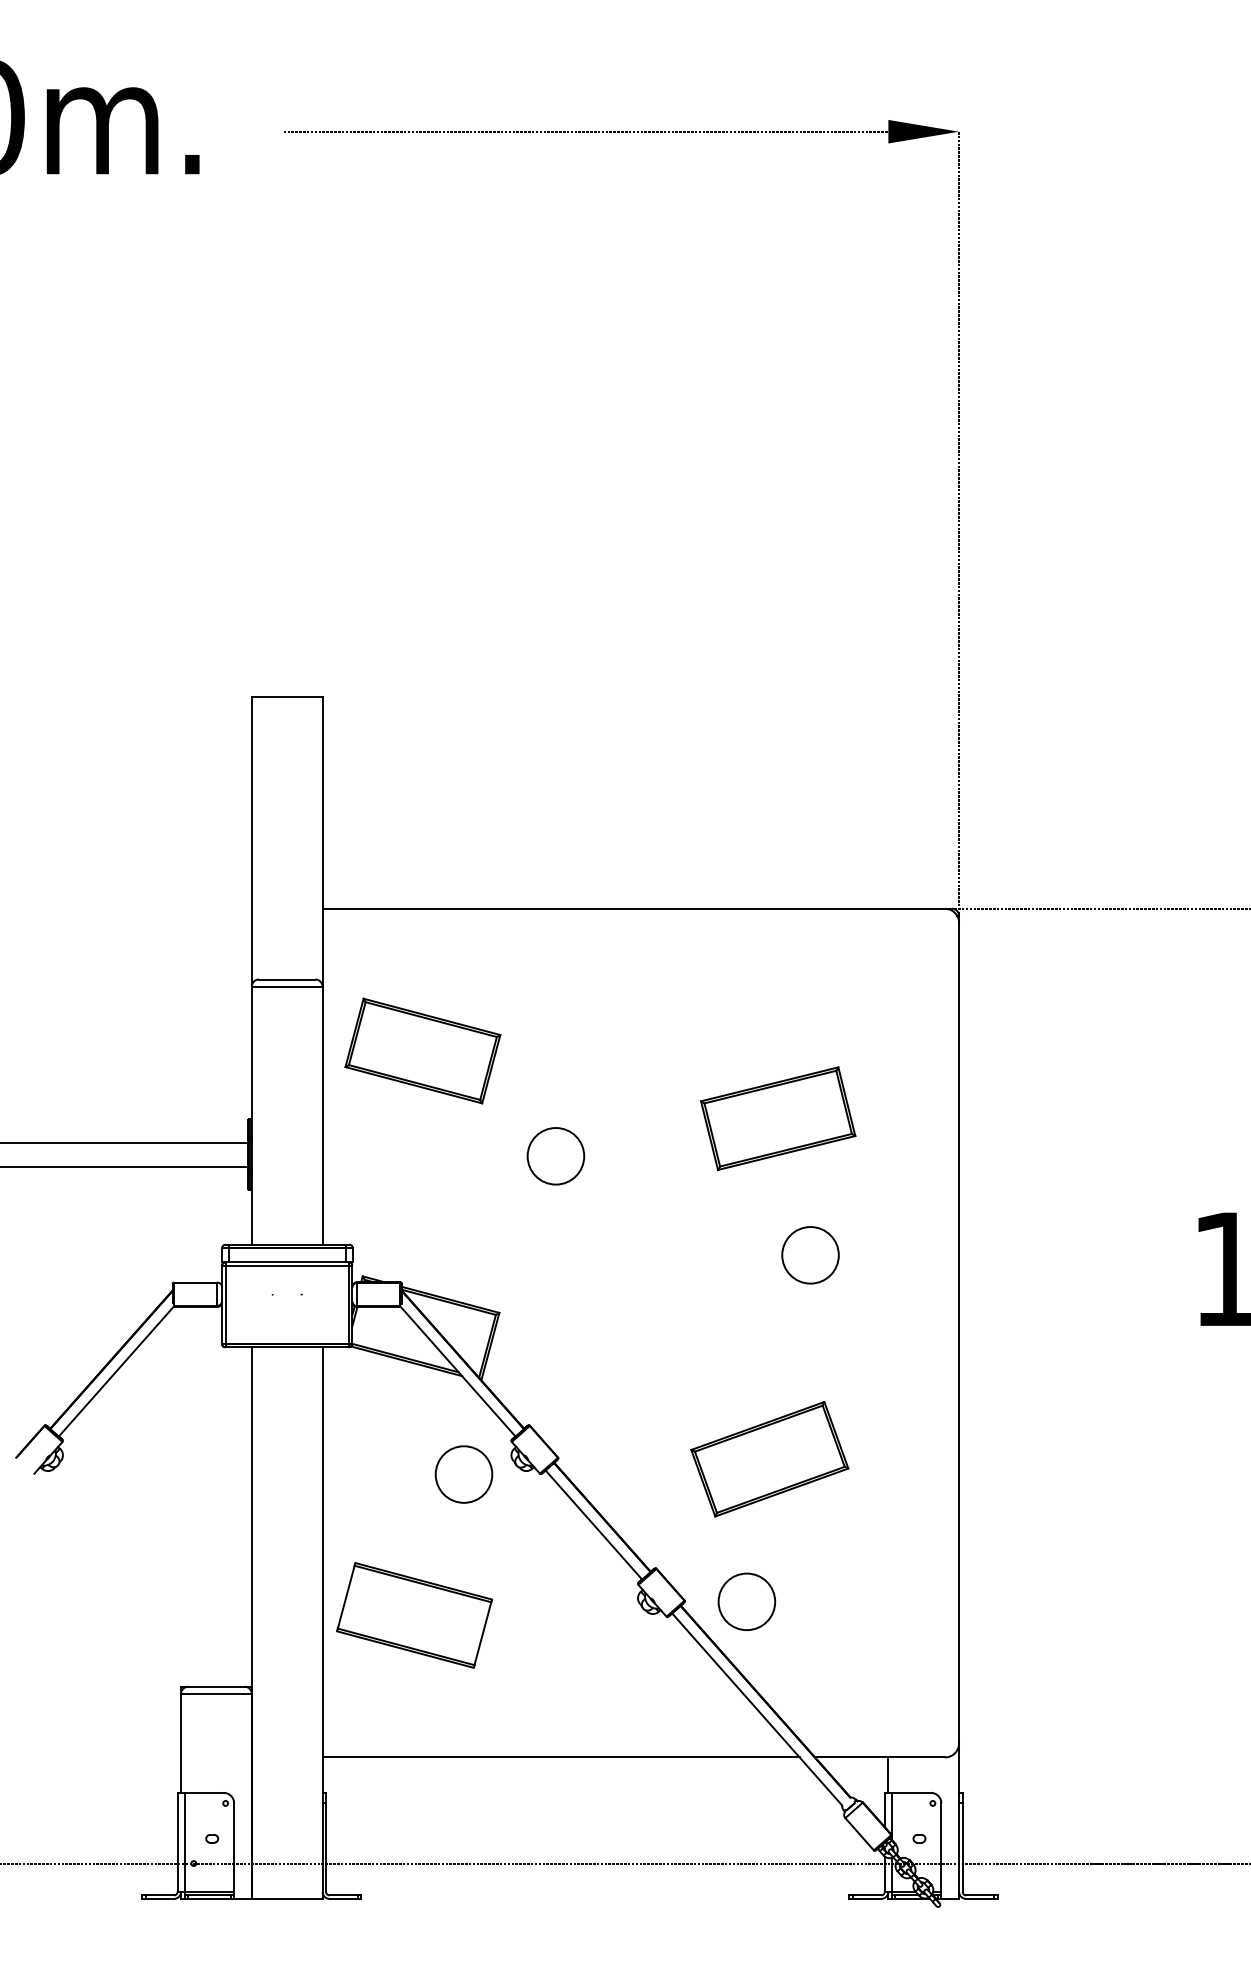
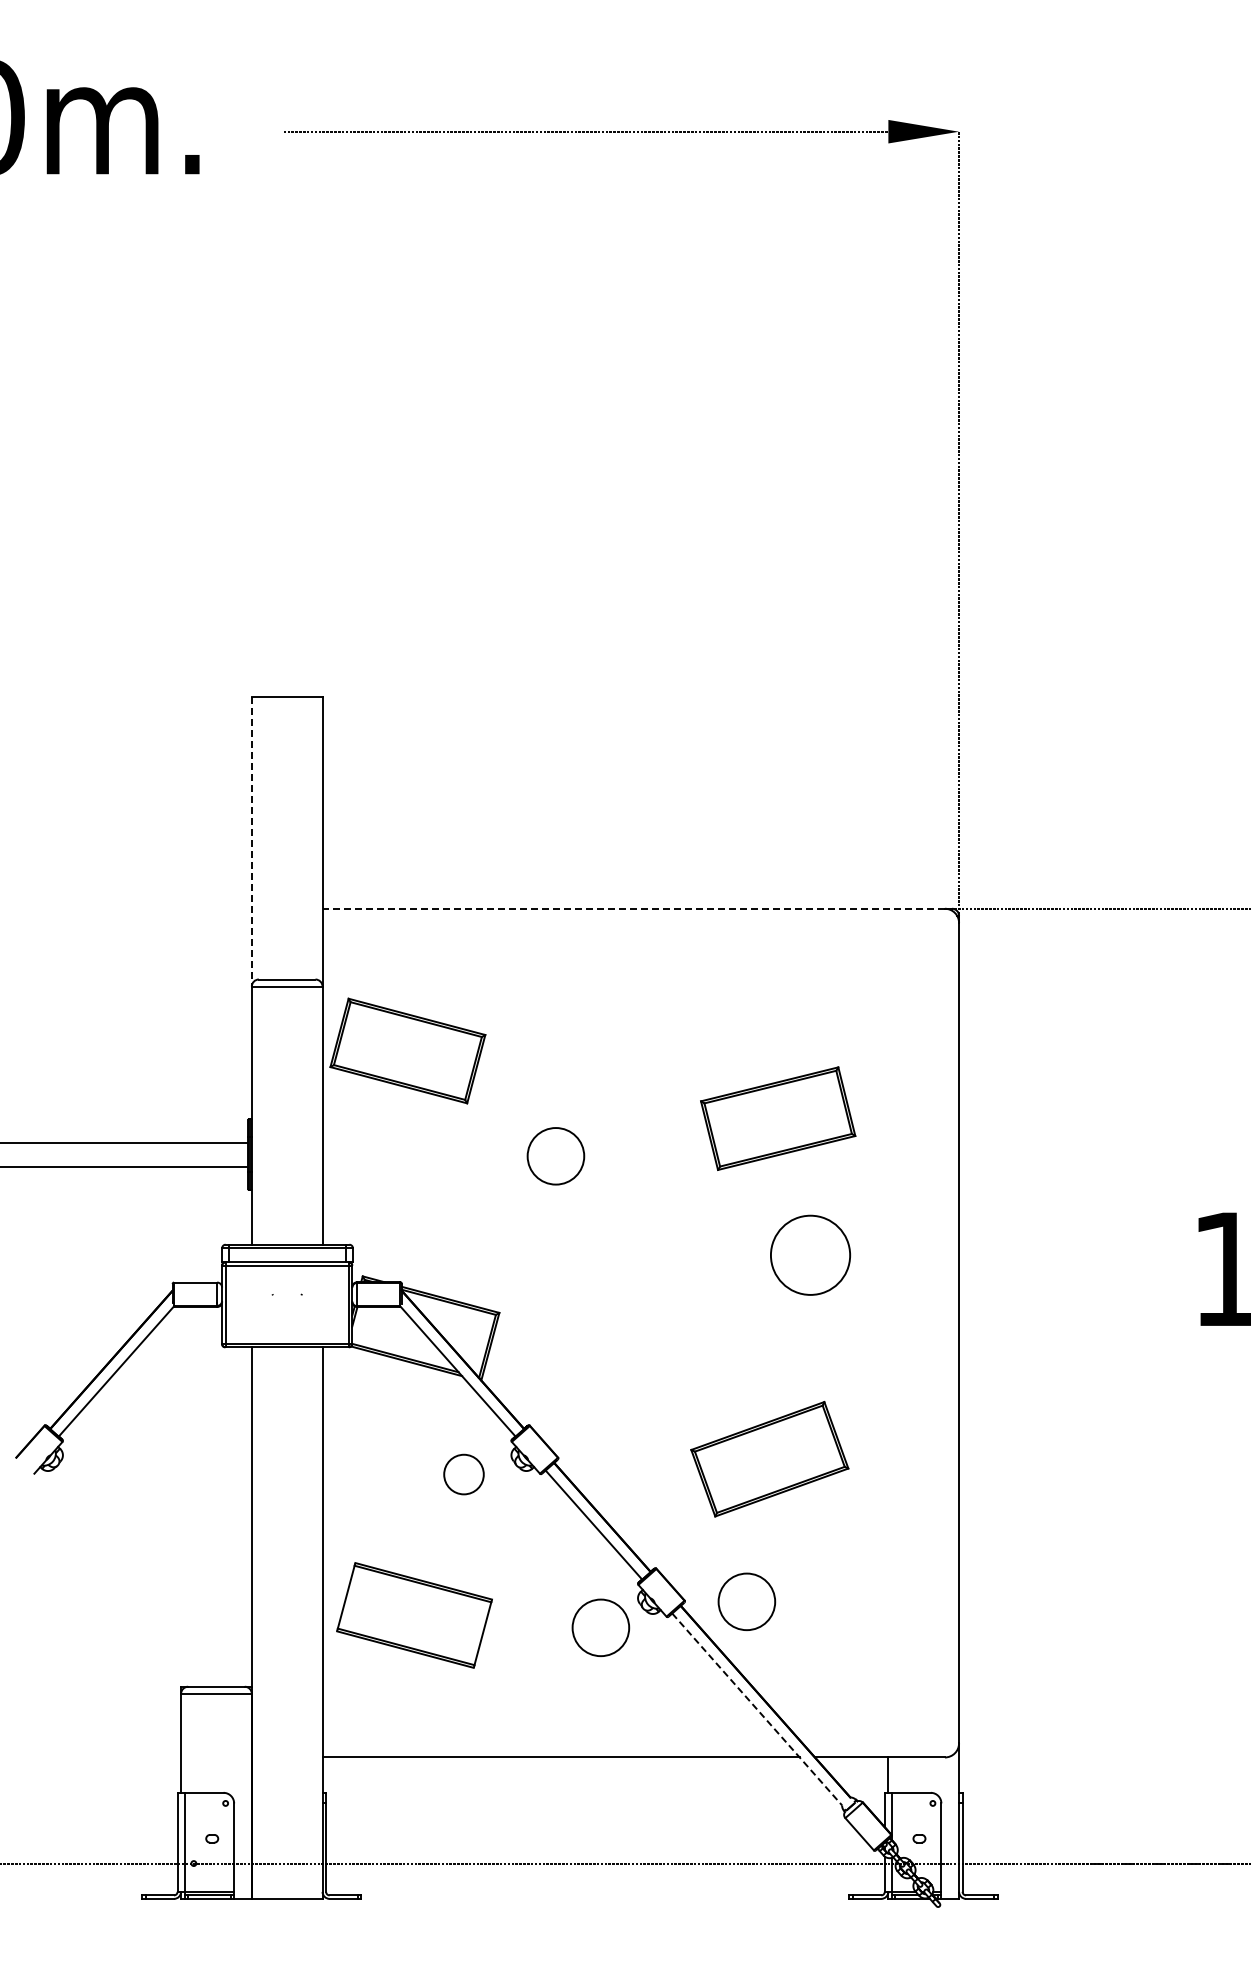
line at (251, 841): solid -> dashed
line at (633, 908): solid -> dashed
part at (422, 1050) position: (422, 1050) -> (407, 1050)
circle at (810, 1255) diameter: 57 px -> 79 px
circle at (463, 1474) diameter: 57 px -> 40 px
circle at (600, 1627): none -> present
line at (757, 1709): solid -> dashed
